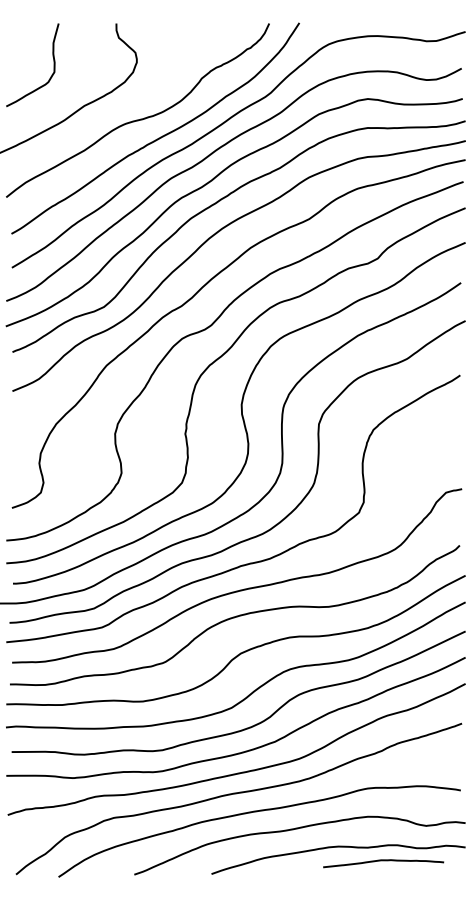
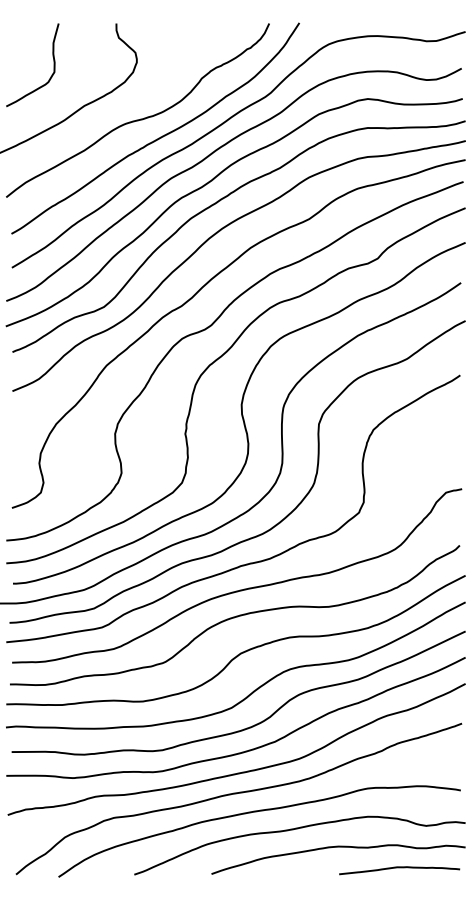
curve at (383, 861) position: (383, 861) -> (399, 868)
